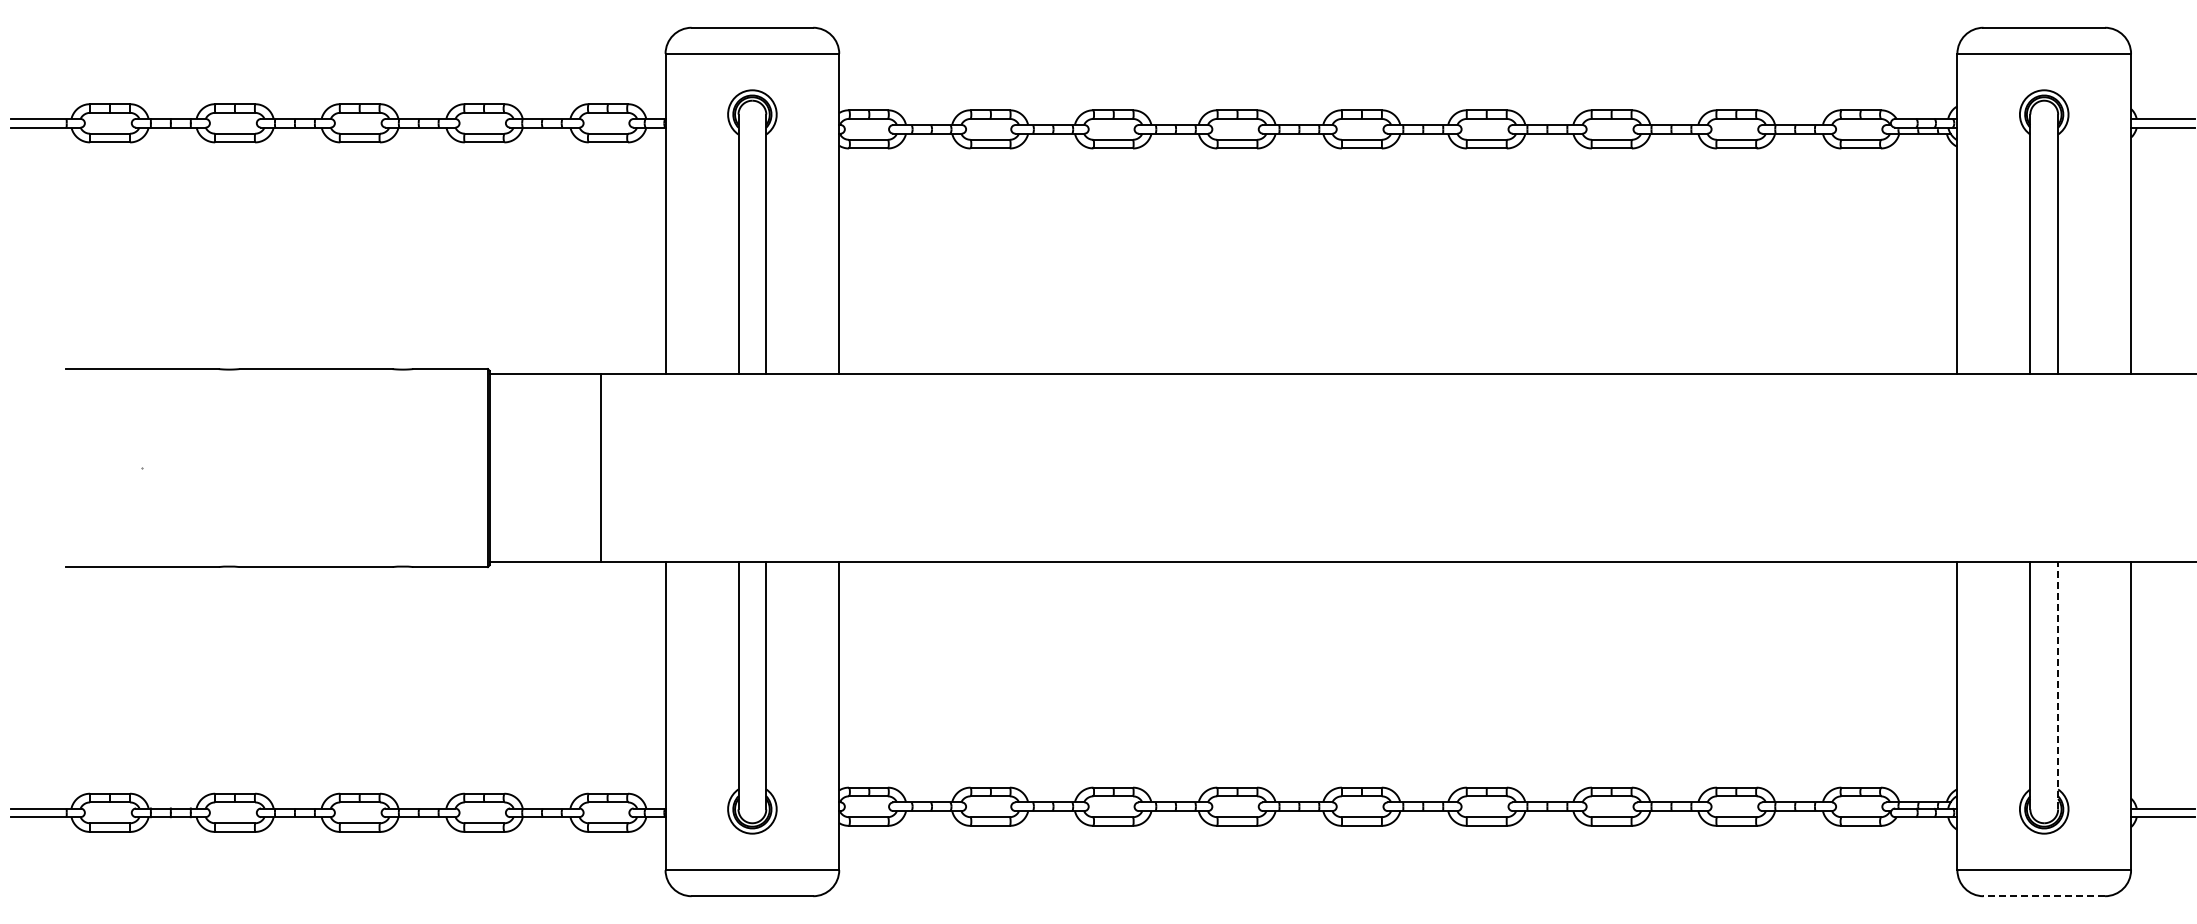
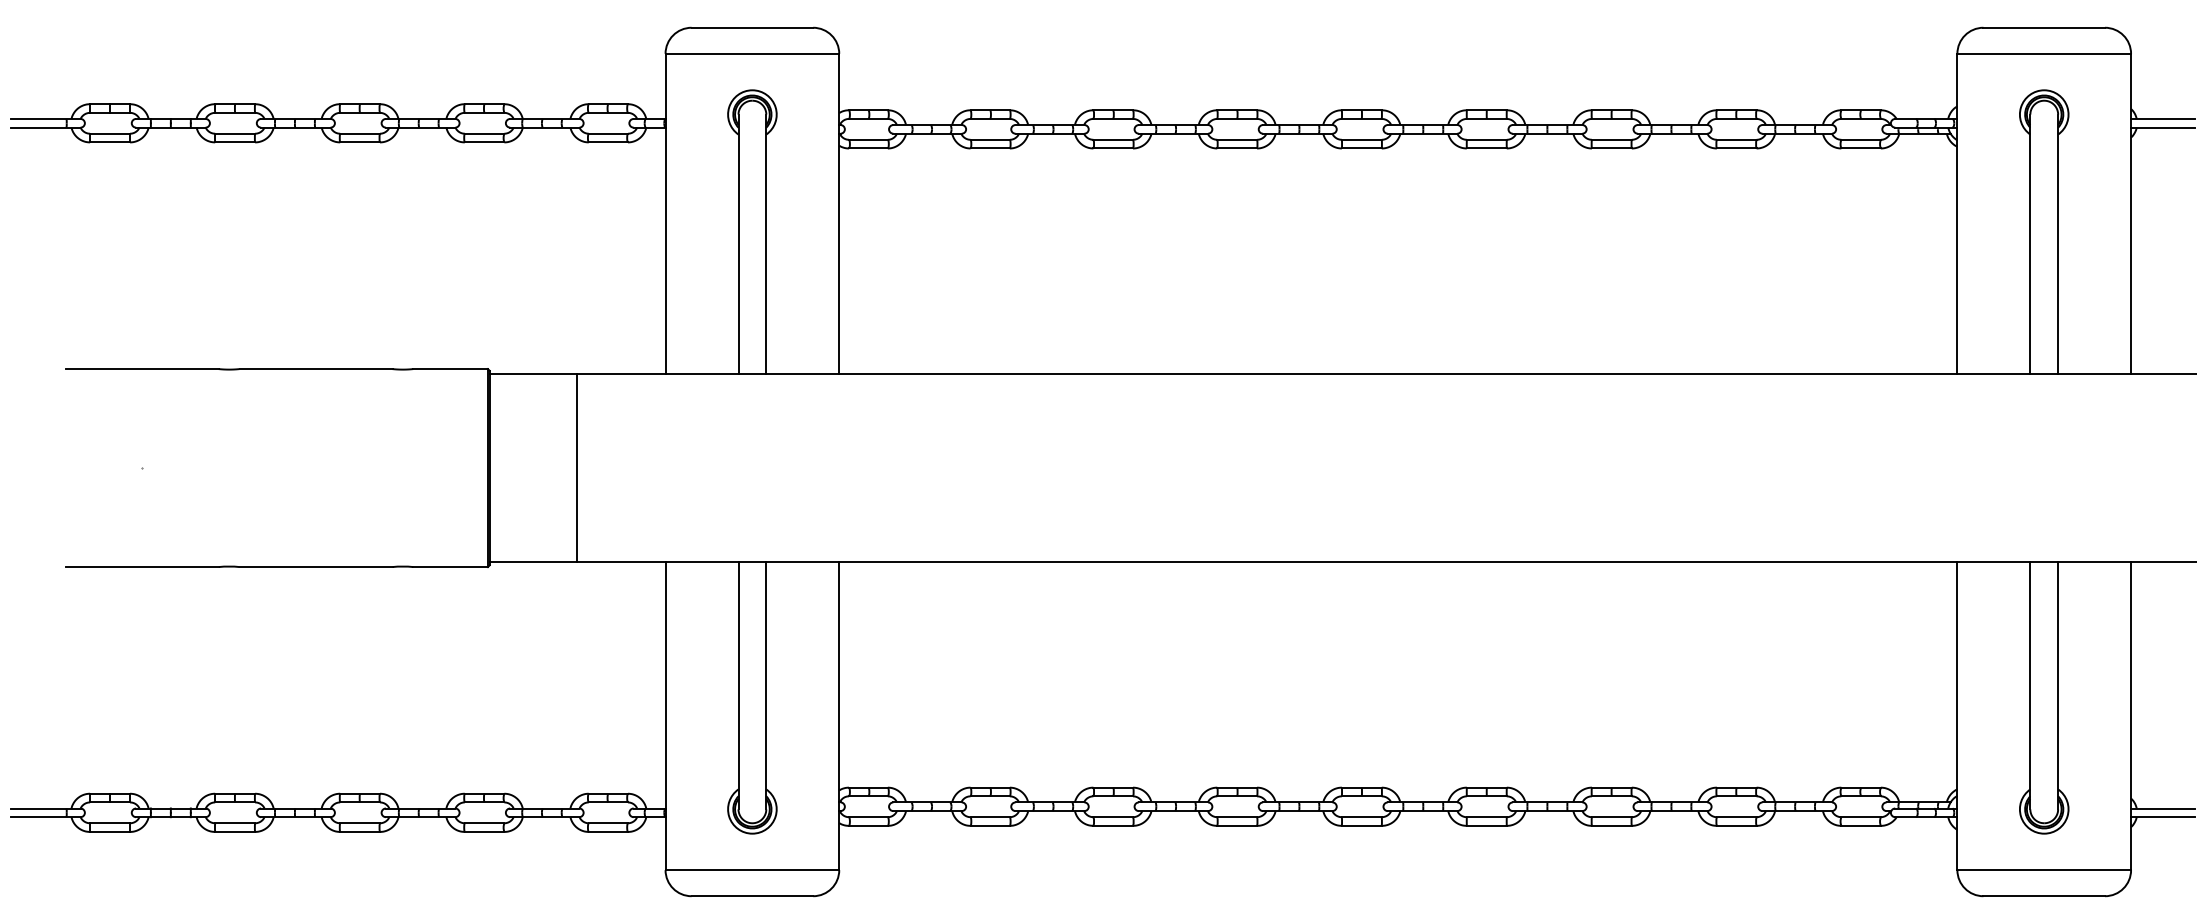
line at (600, 467) position: (600, 467) -> (576, 467)
line at (2058, 685): dashed -> solid
line at (2044, 896): dashed -> solid
